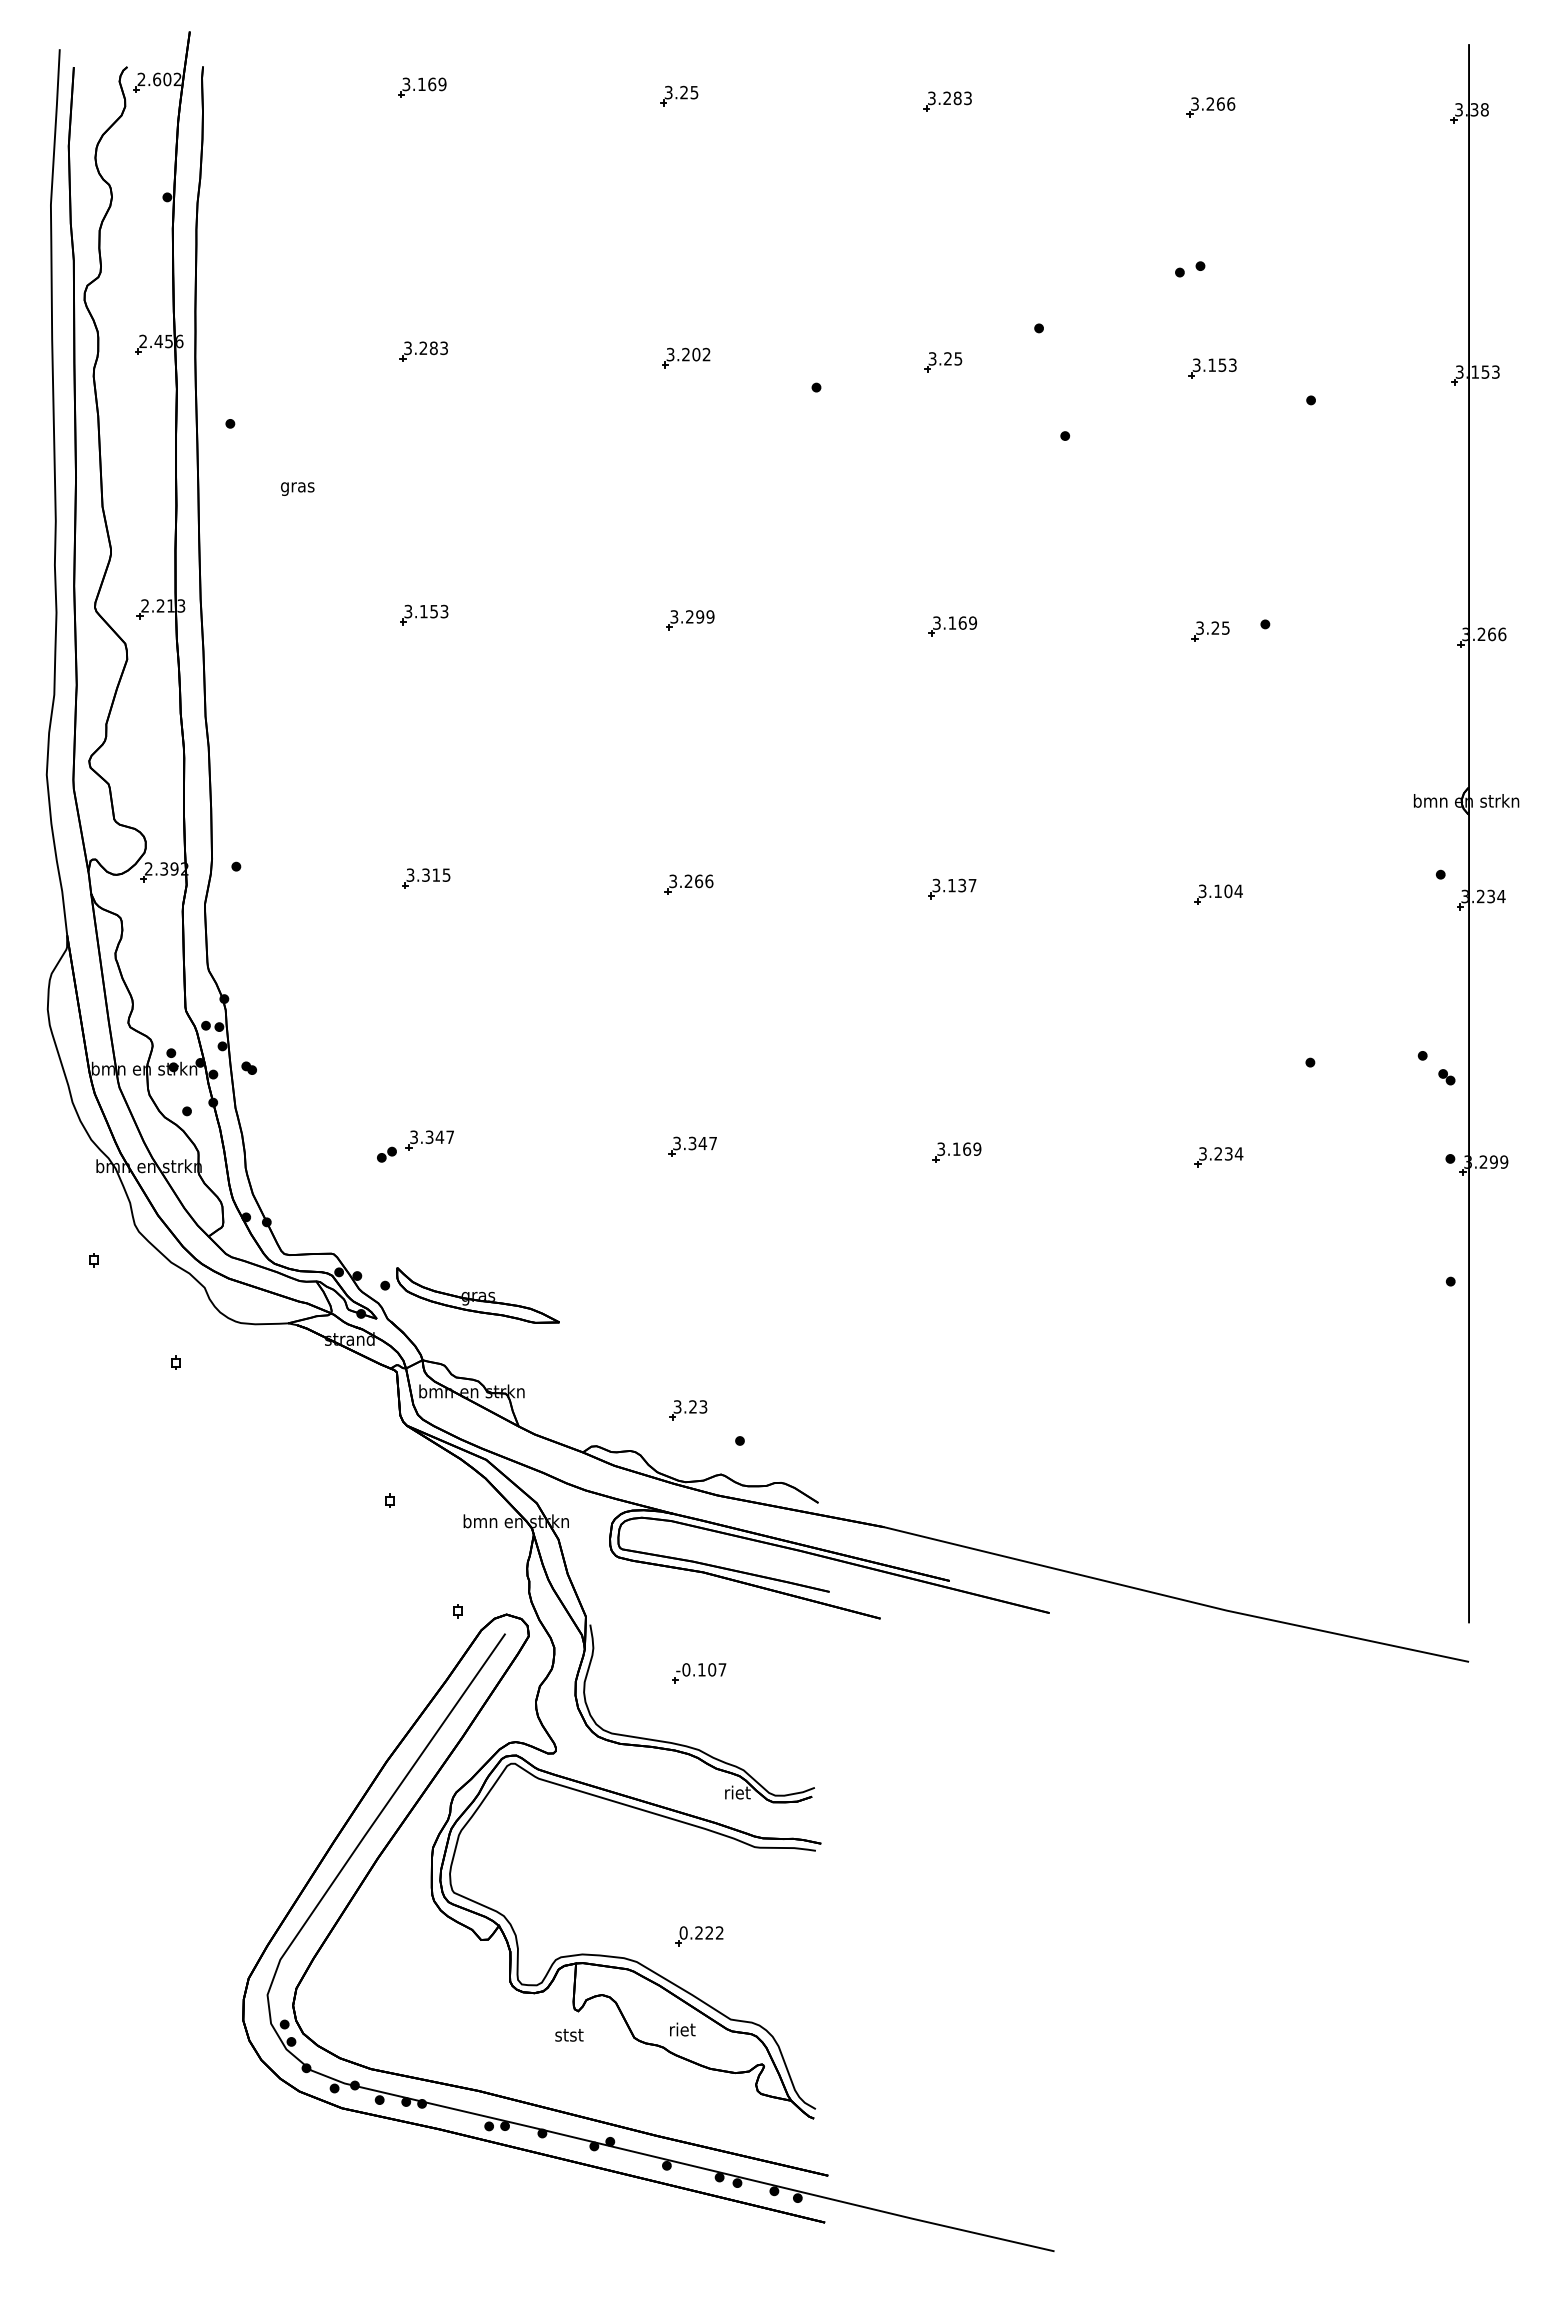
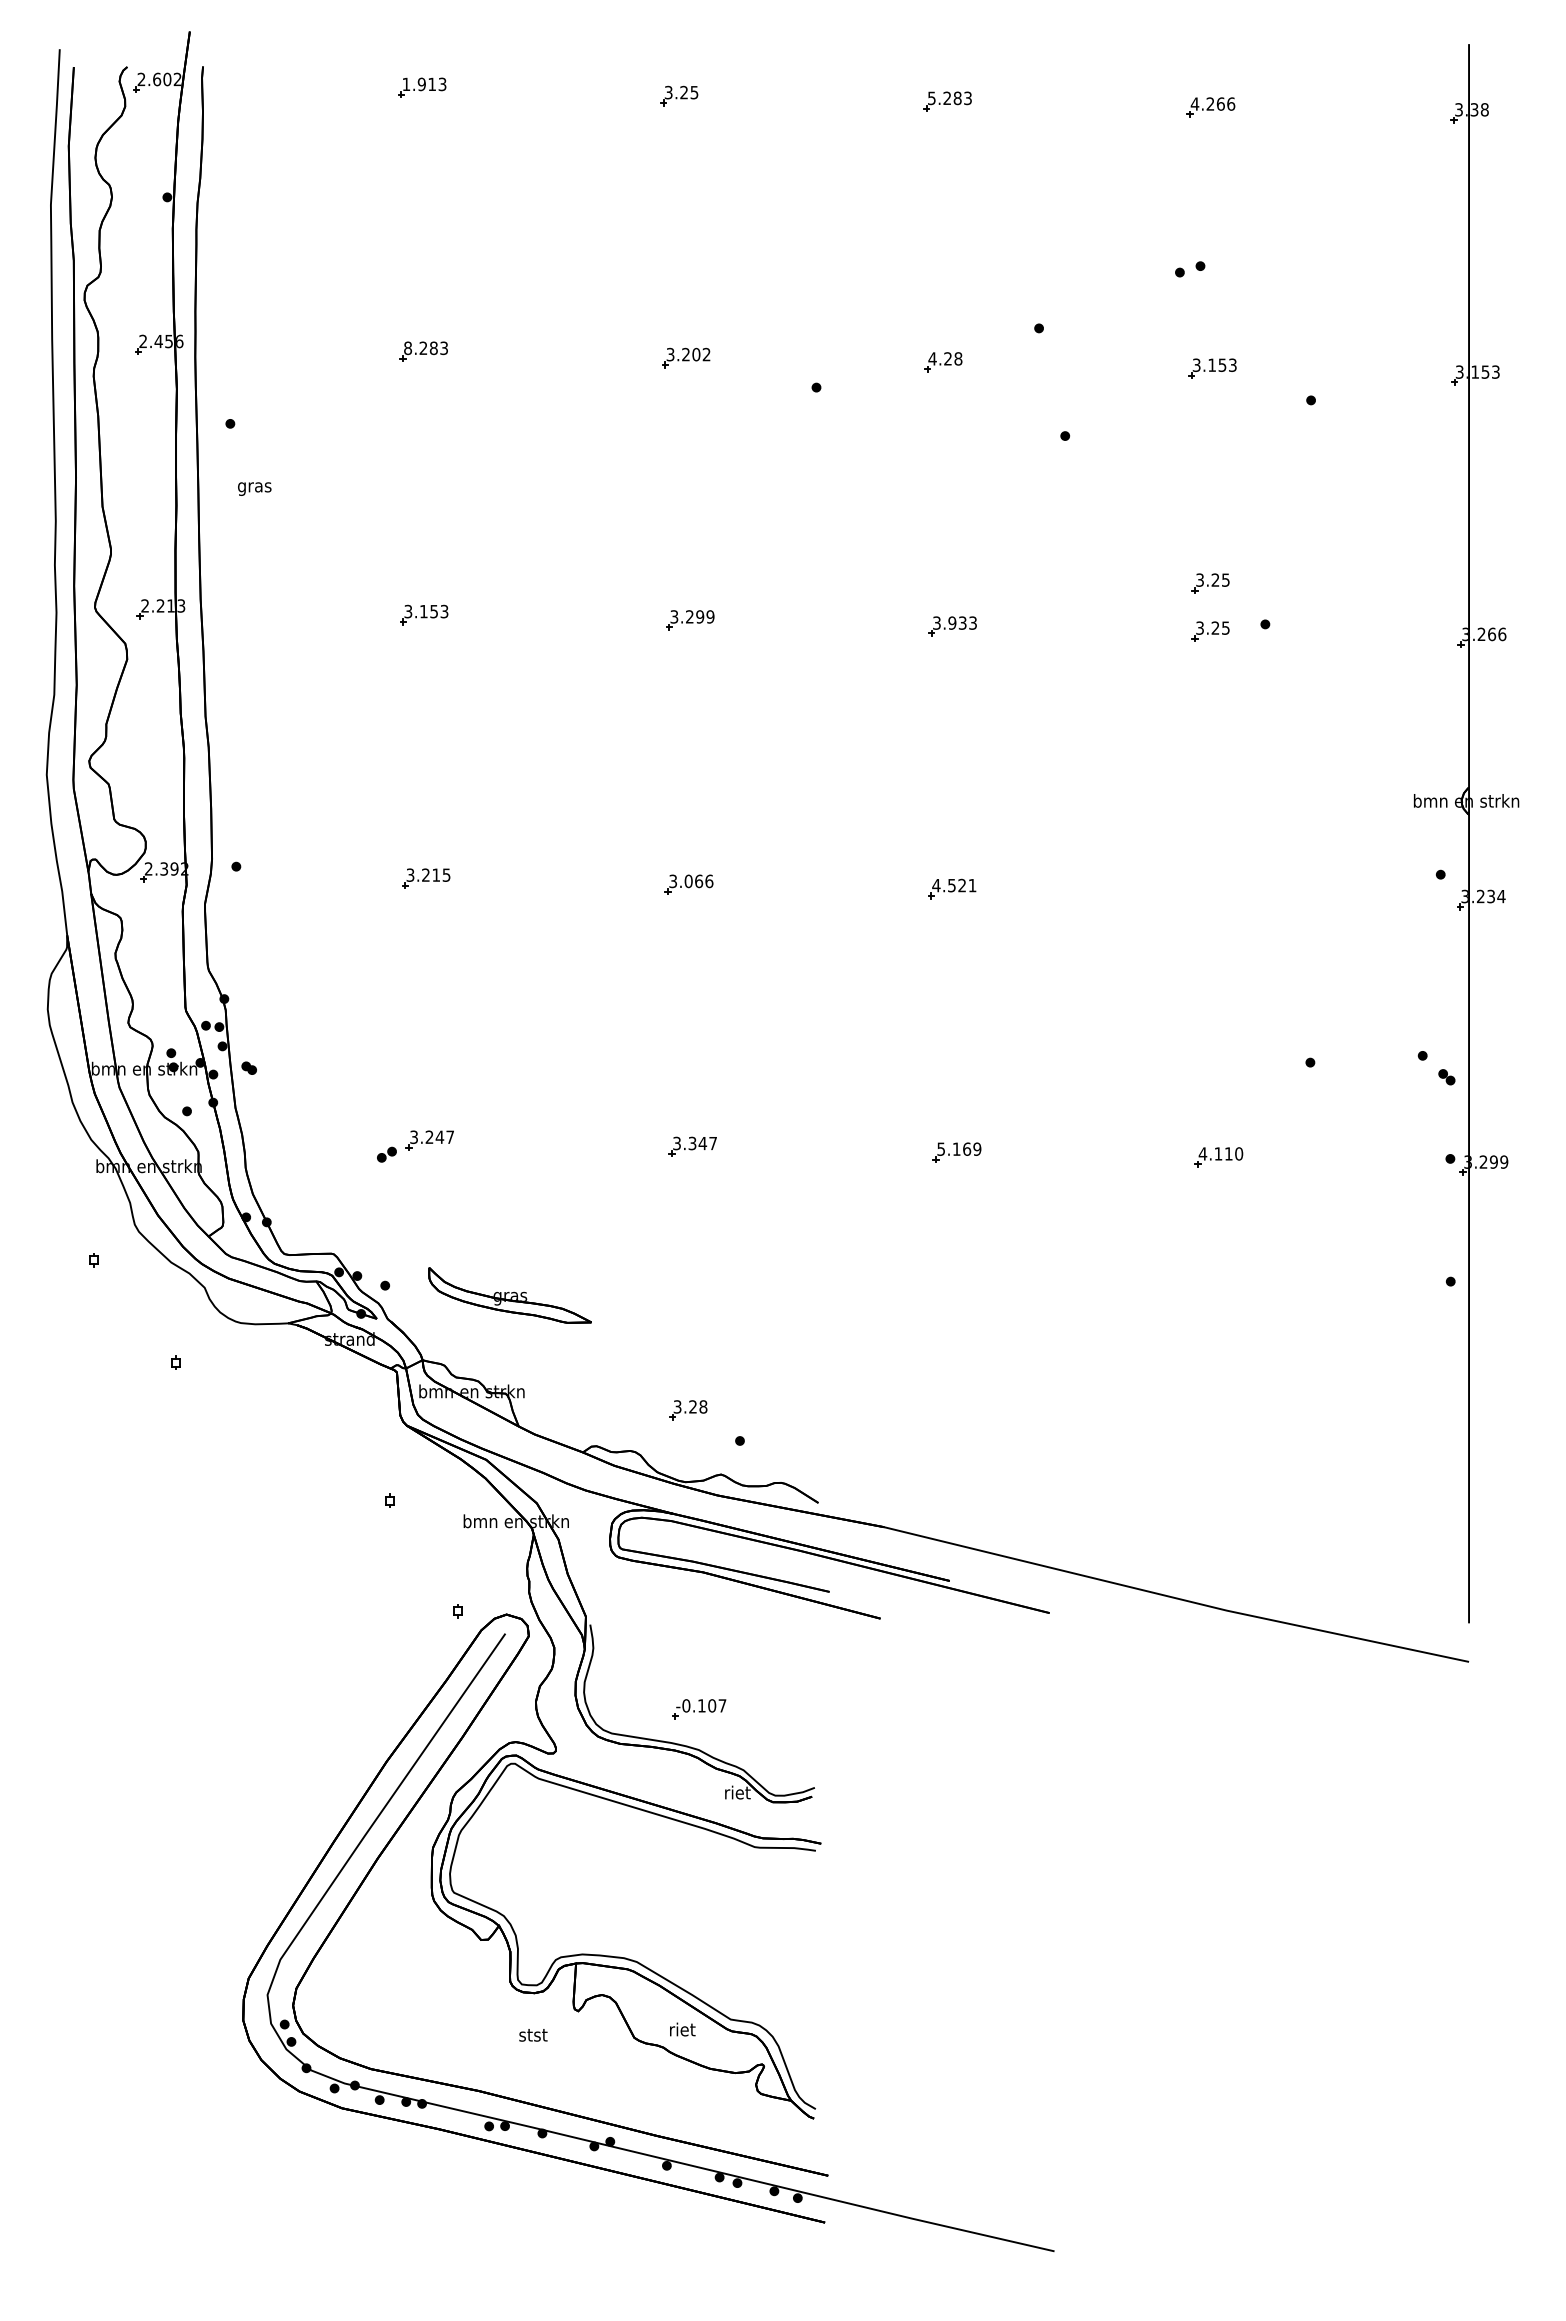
text at (424, 84): 3.169 -> 1.913
text at (931, 97): 3.283 -> 5.283
text at (1194, 103): 3.266 -> 4.266
text at (408, 347): 3.283 -> 8.283
text at (945, 358): 3.25 -> 4.28
text at (297, 488) position: (297, 488) -> (254, 488)
part at (1210, 583): none -> present
text at (962, 622): 3.169 -> 3.933
text at (425, 875): 3.315 -> 3.215
text at (688, 881): 3.266 -> 3.066
text at (954, 885): 3.137 -> 4.521
part at (1218, 894): present -> none
text at (429, 1137): 3.347 -> 3.247
text at (941, 1148): 3.169 -> 5.169
text at (1220, 1153): 3.234 -> 4.110
part at (477, 1295) position: (477, 1295) -> (509, 1295)
text at (703, 1406): 3.23 -> 3.28
part at (699, 1673) position: (699, 1673) -> (699, 1709)
part at (699, 1936): present -> none
text at (569, 2035) position: (569, 2035) -> (533, 2035)
